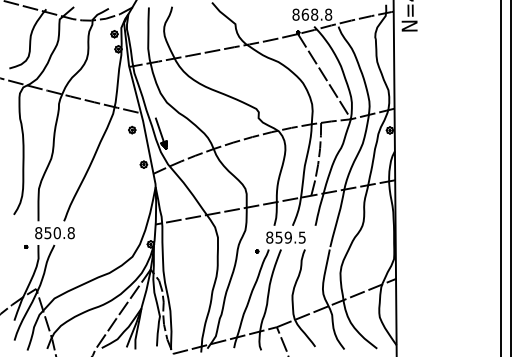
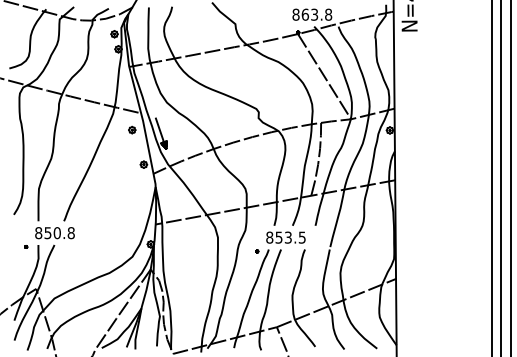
text at (314, 14): 868.8 -> 863.8
line at (491, 177): none -> present
text at (287, 237): 859.5 -> 853.5
